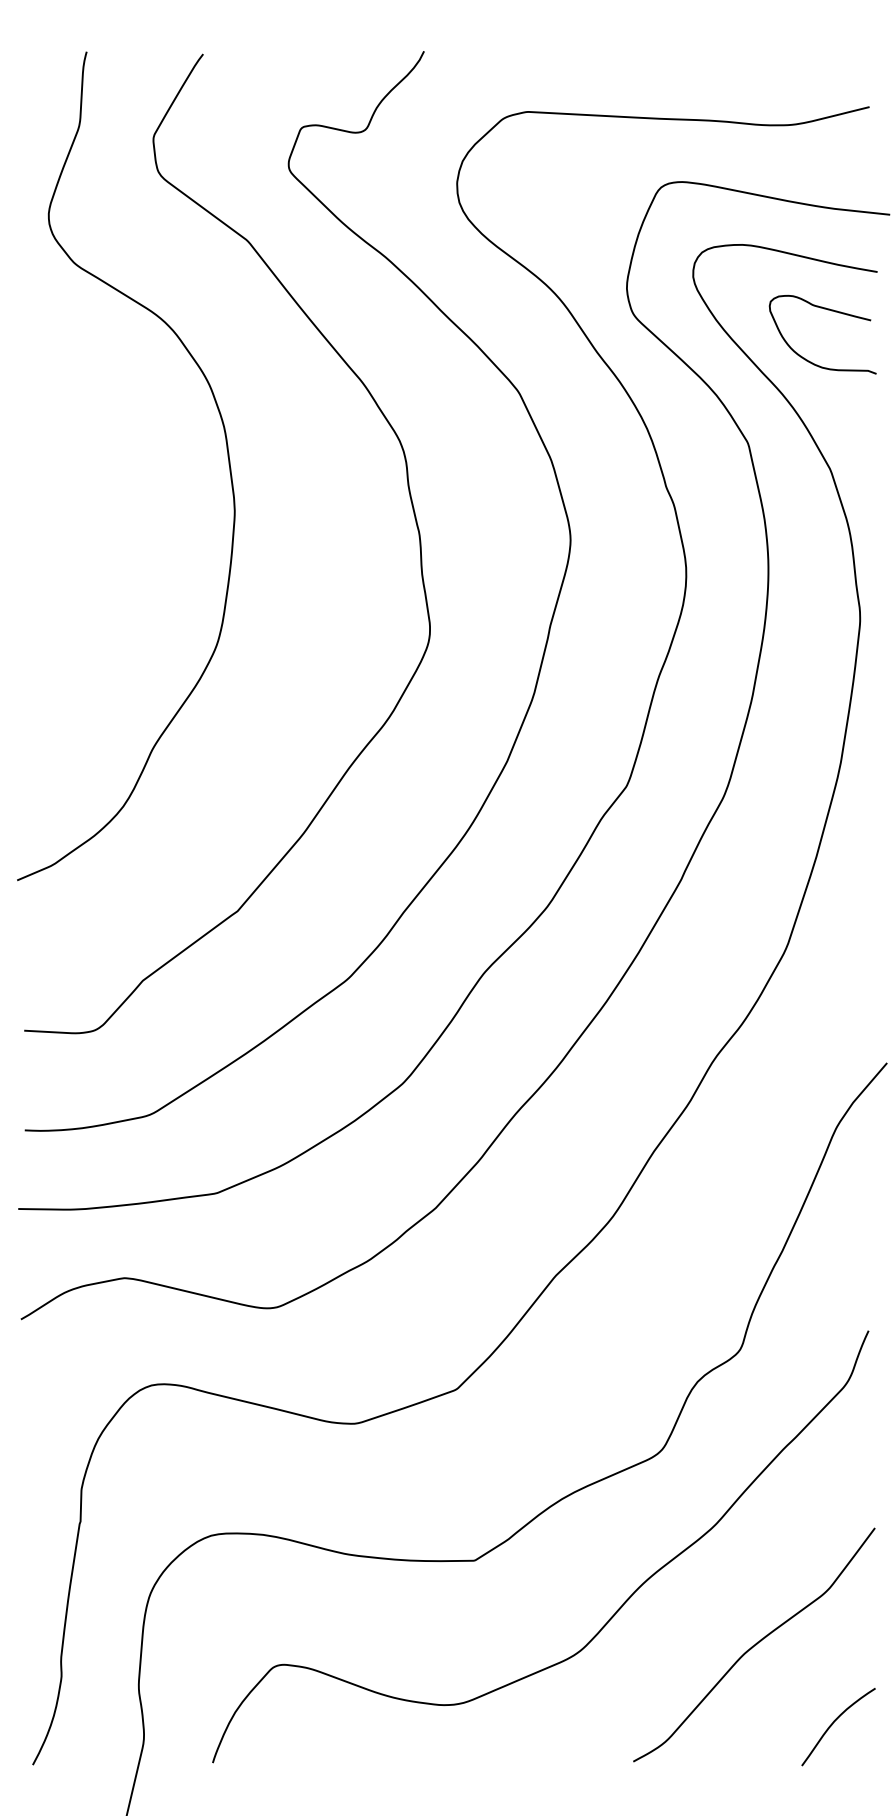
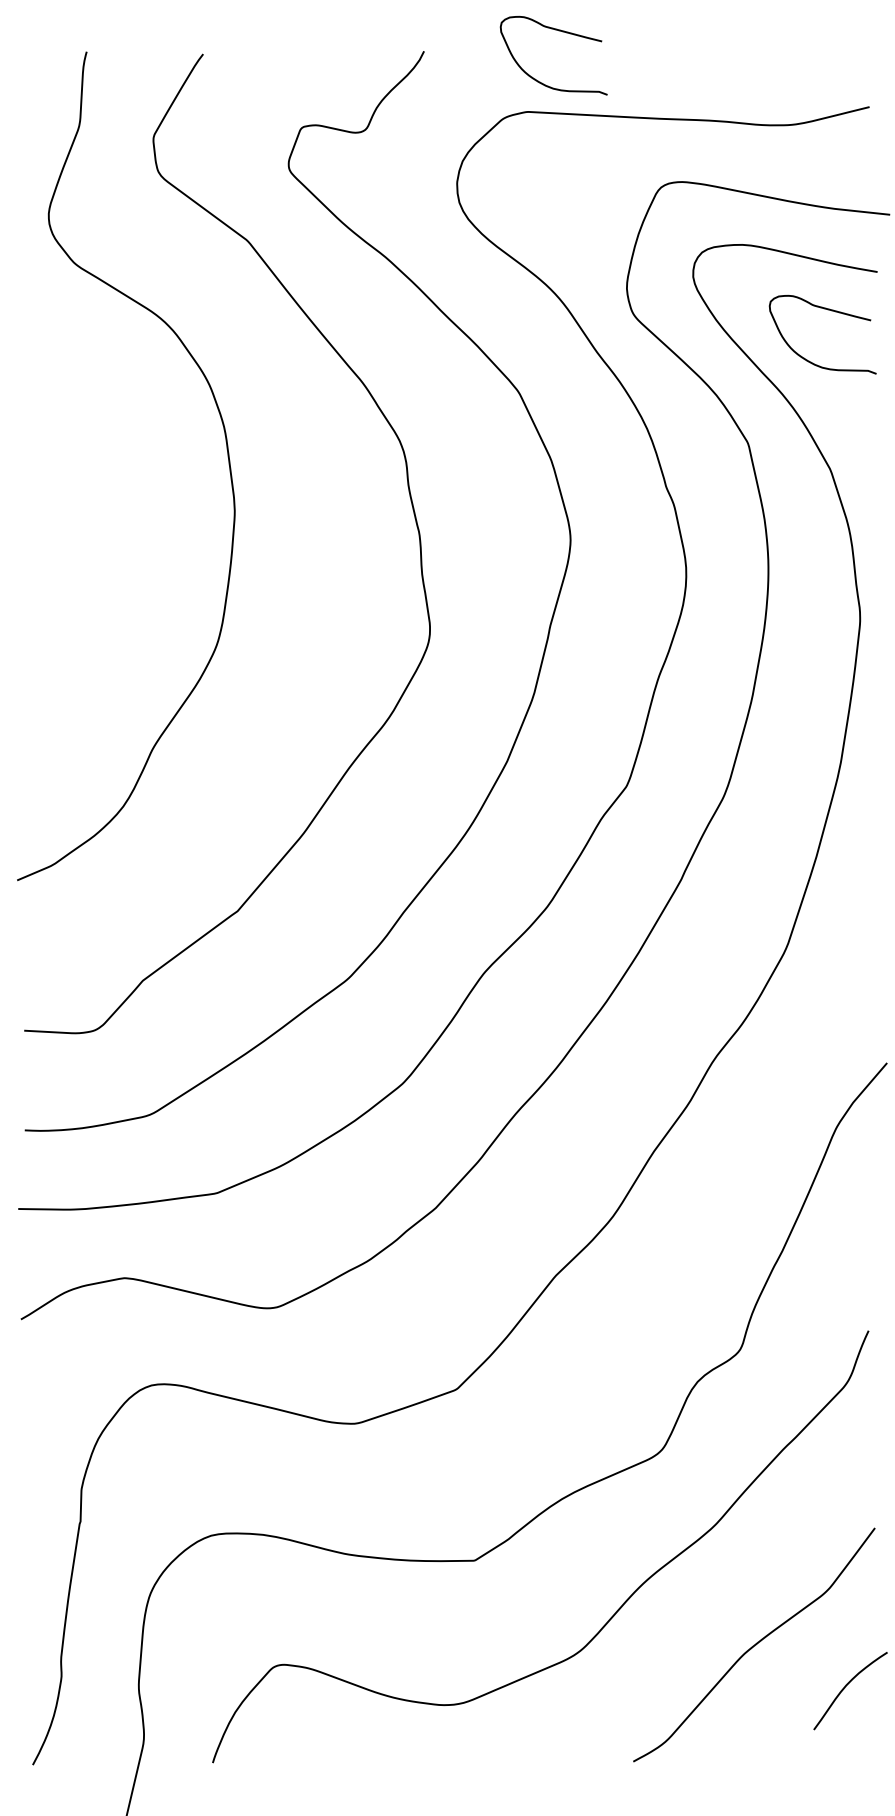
curve at (558, 31): none -> present
curve at (832, 1725) position: (832, 1725) -> (844, 1689)
